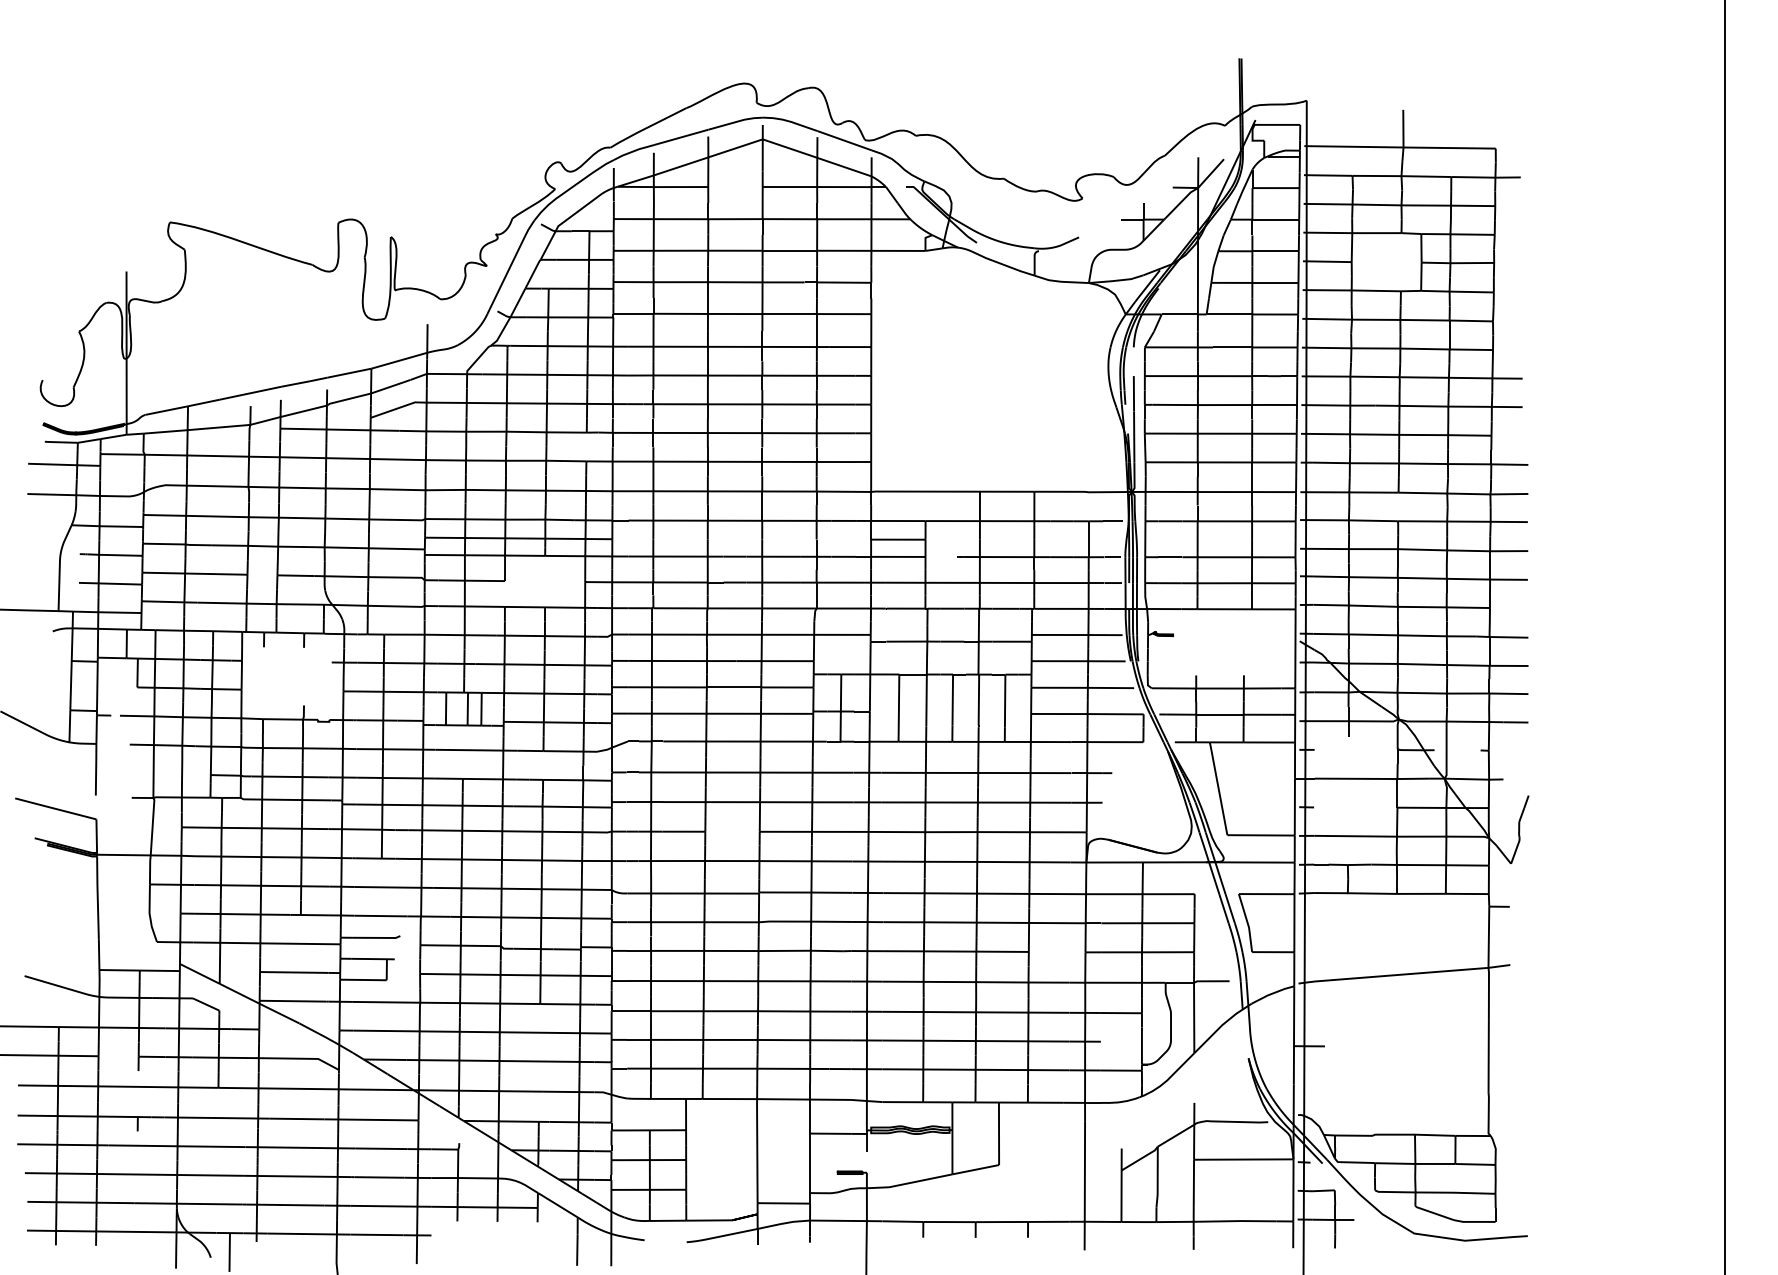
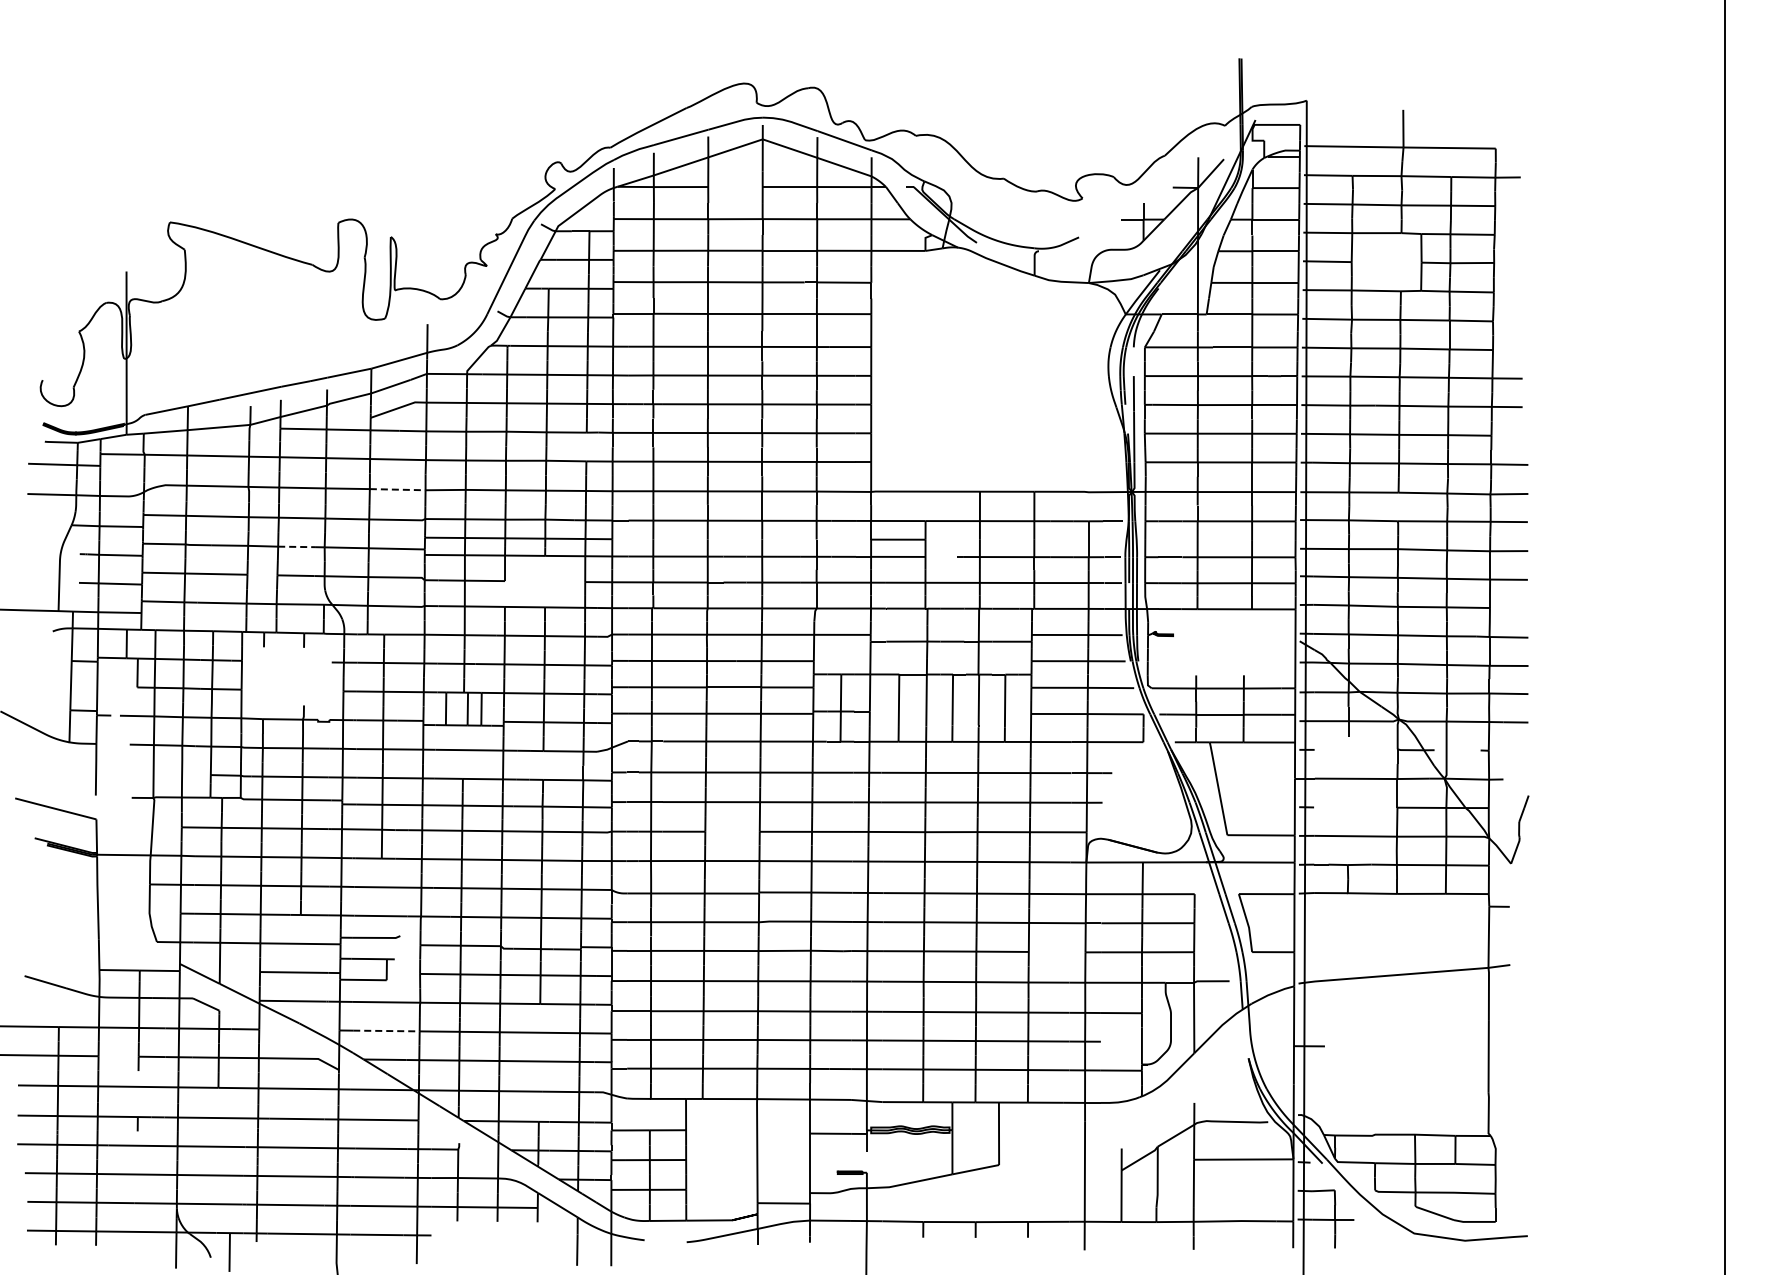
line at (397, 489): solid -> dashed
line at (297, 546): solid -> dashed
line at (386, 1031): solid -> dashed
